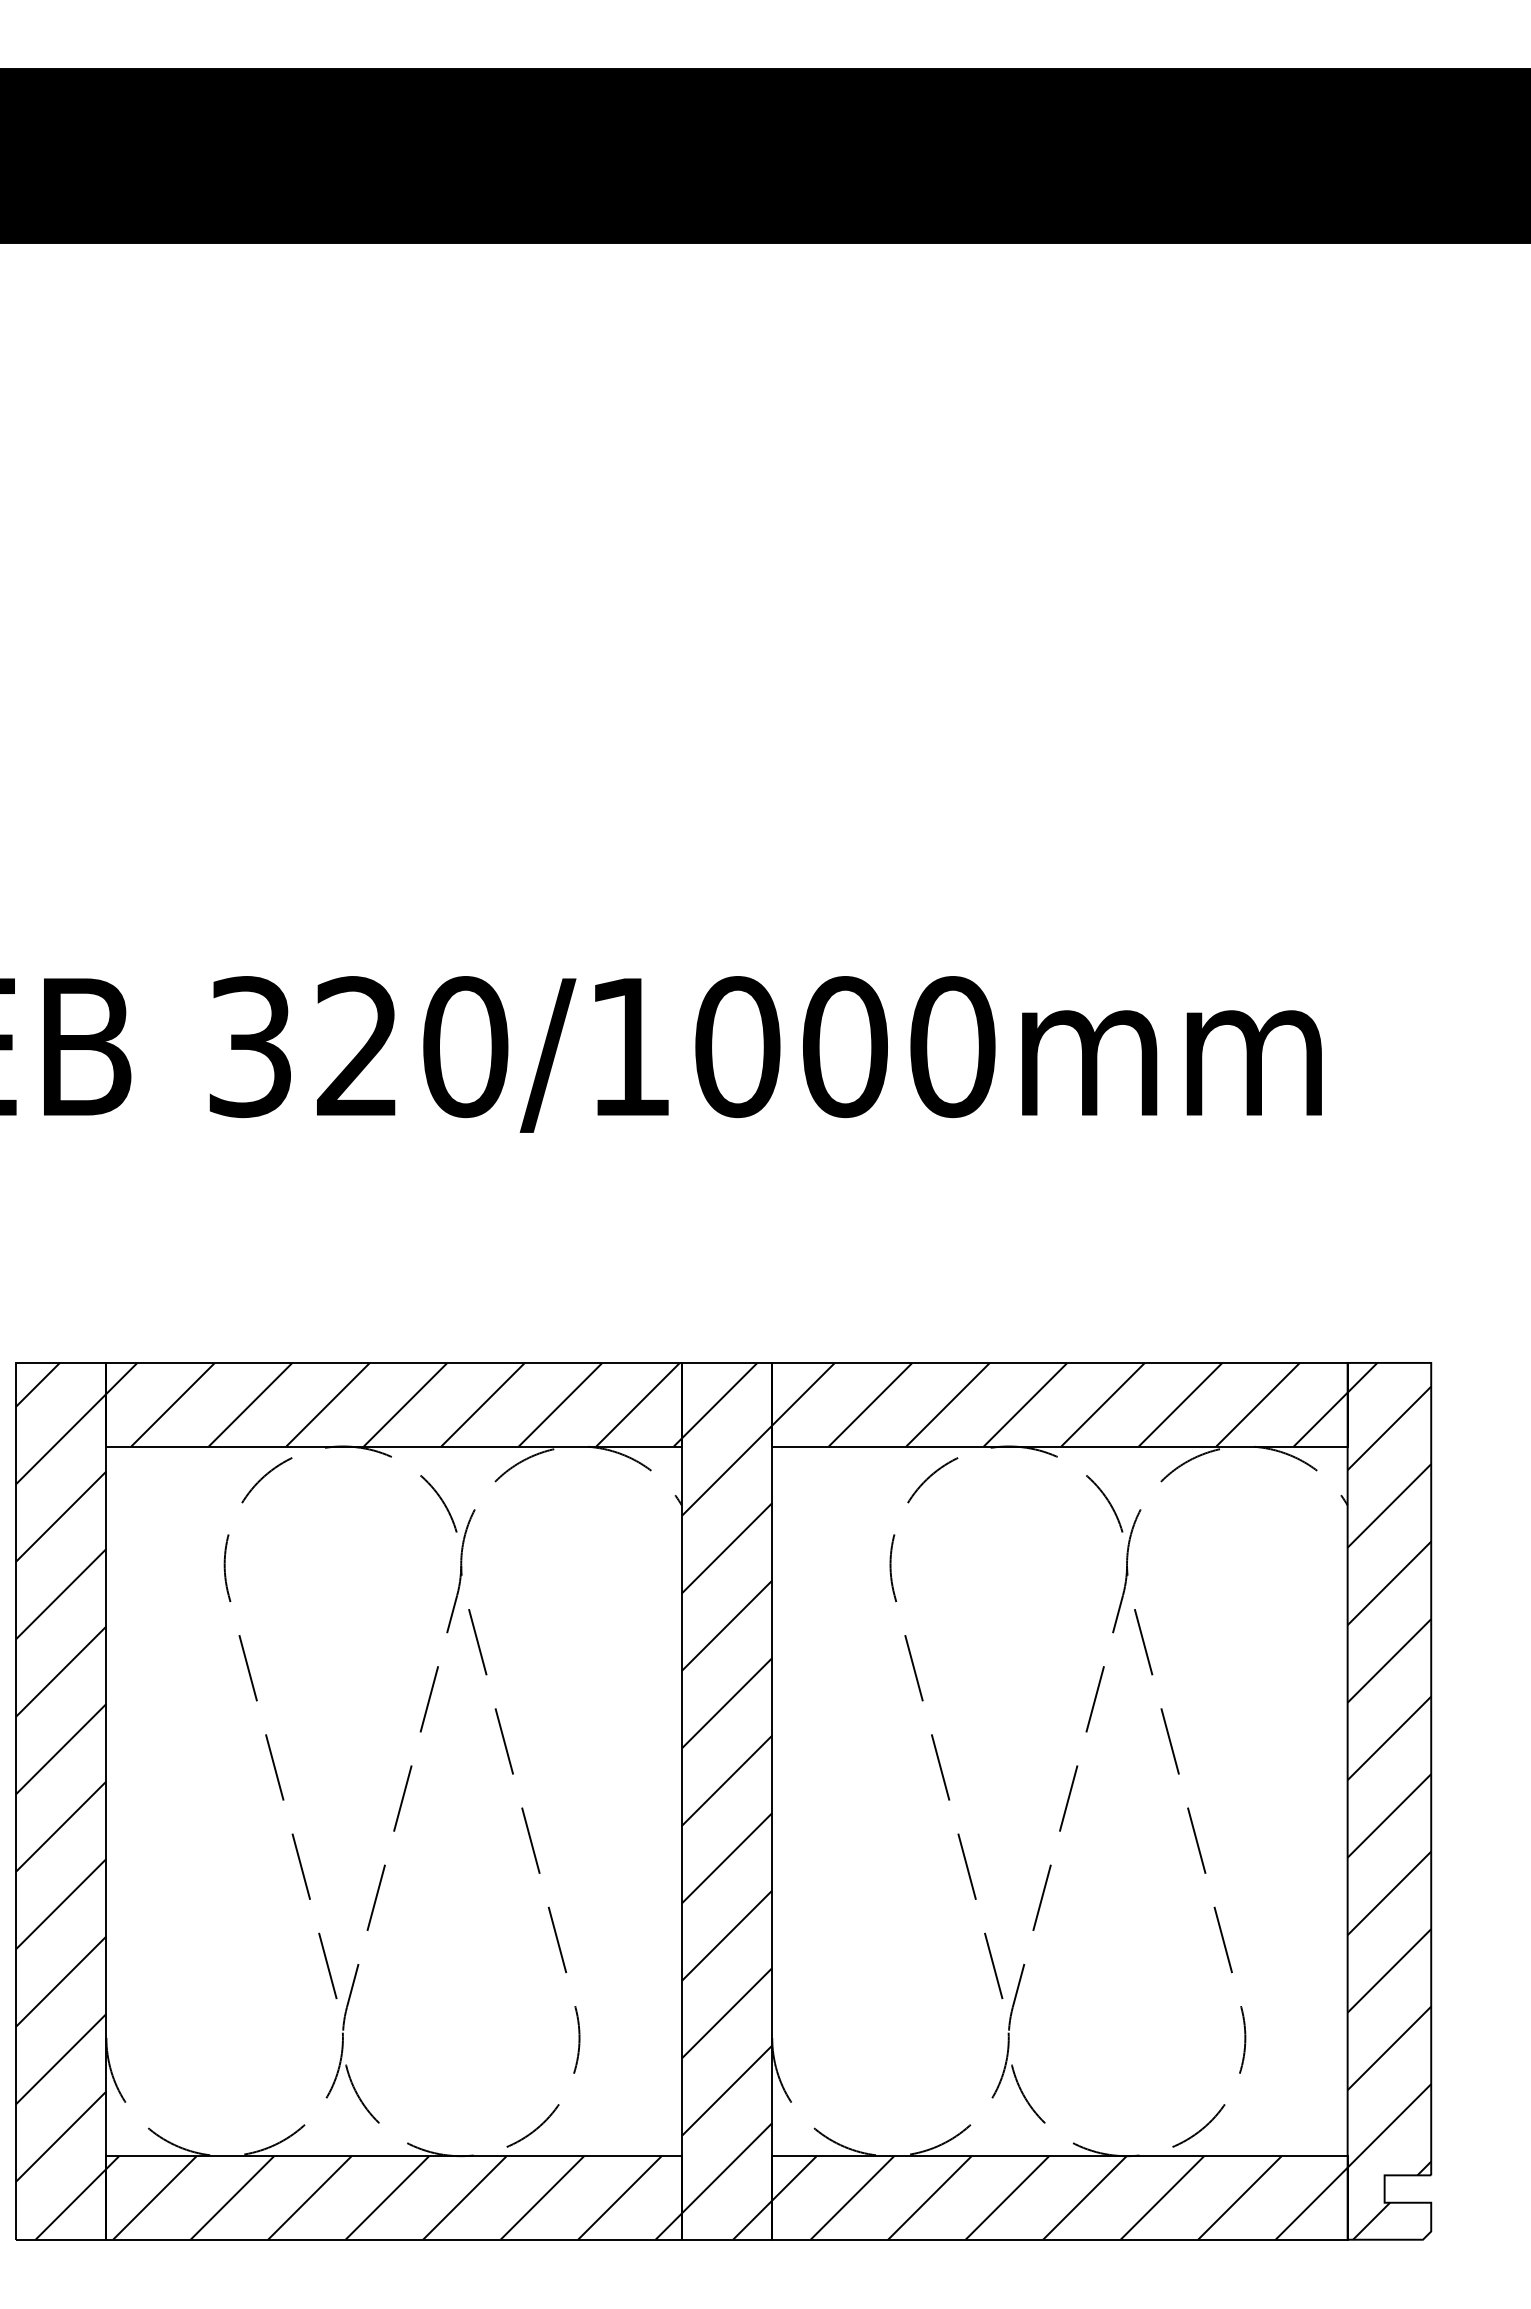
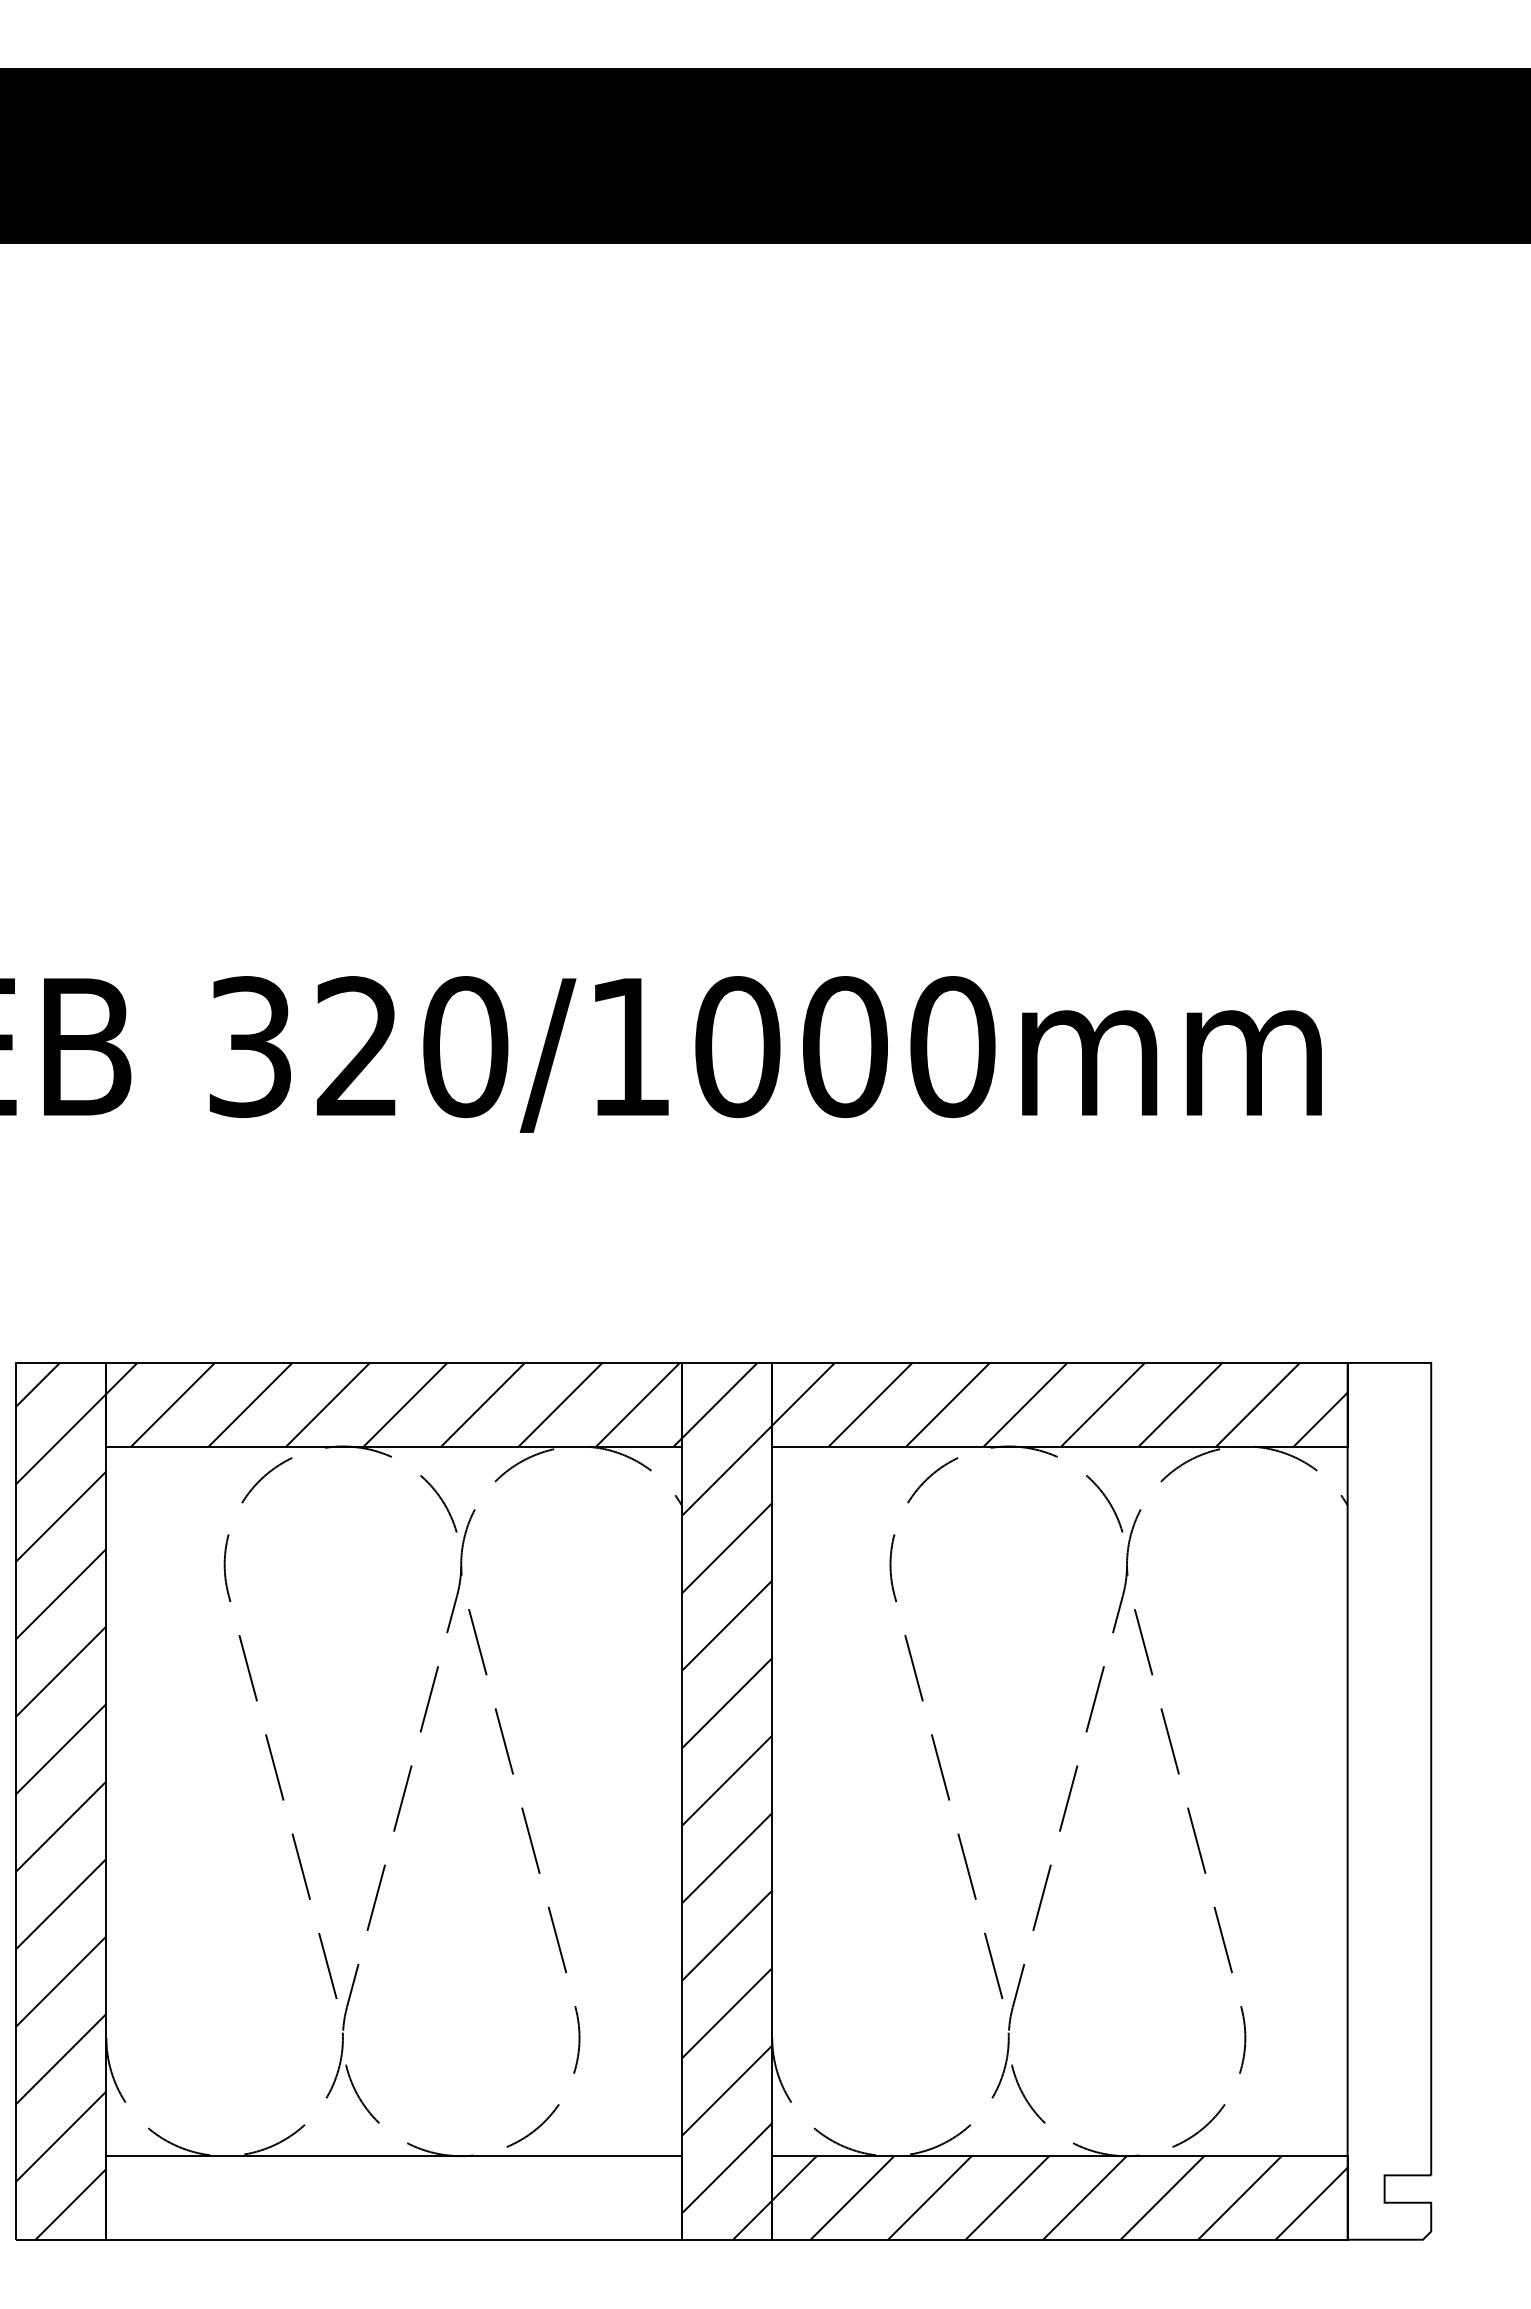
hatch at (1389, 1800): present -> none
hatch at (393, 2197): present -> none
